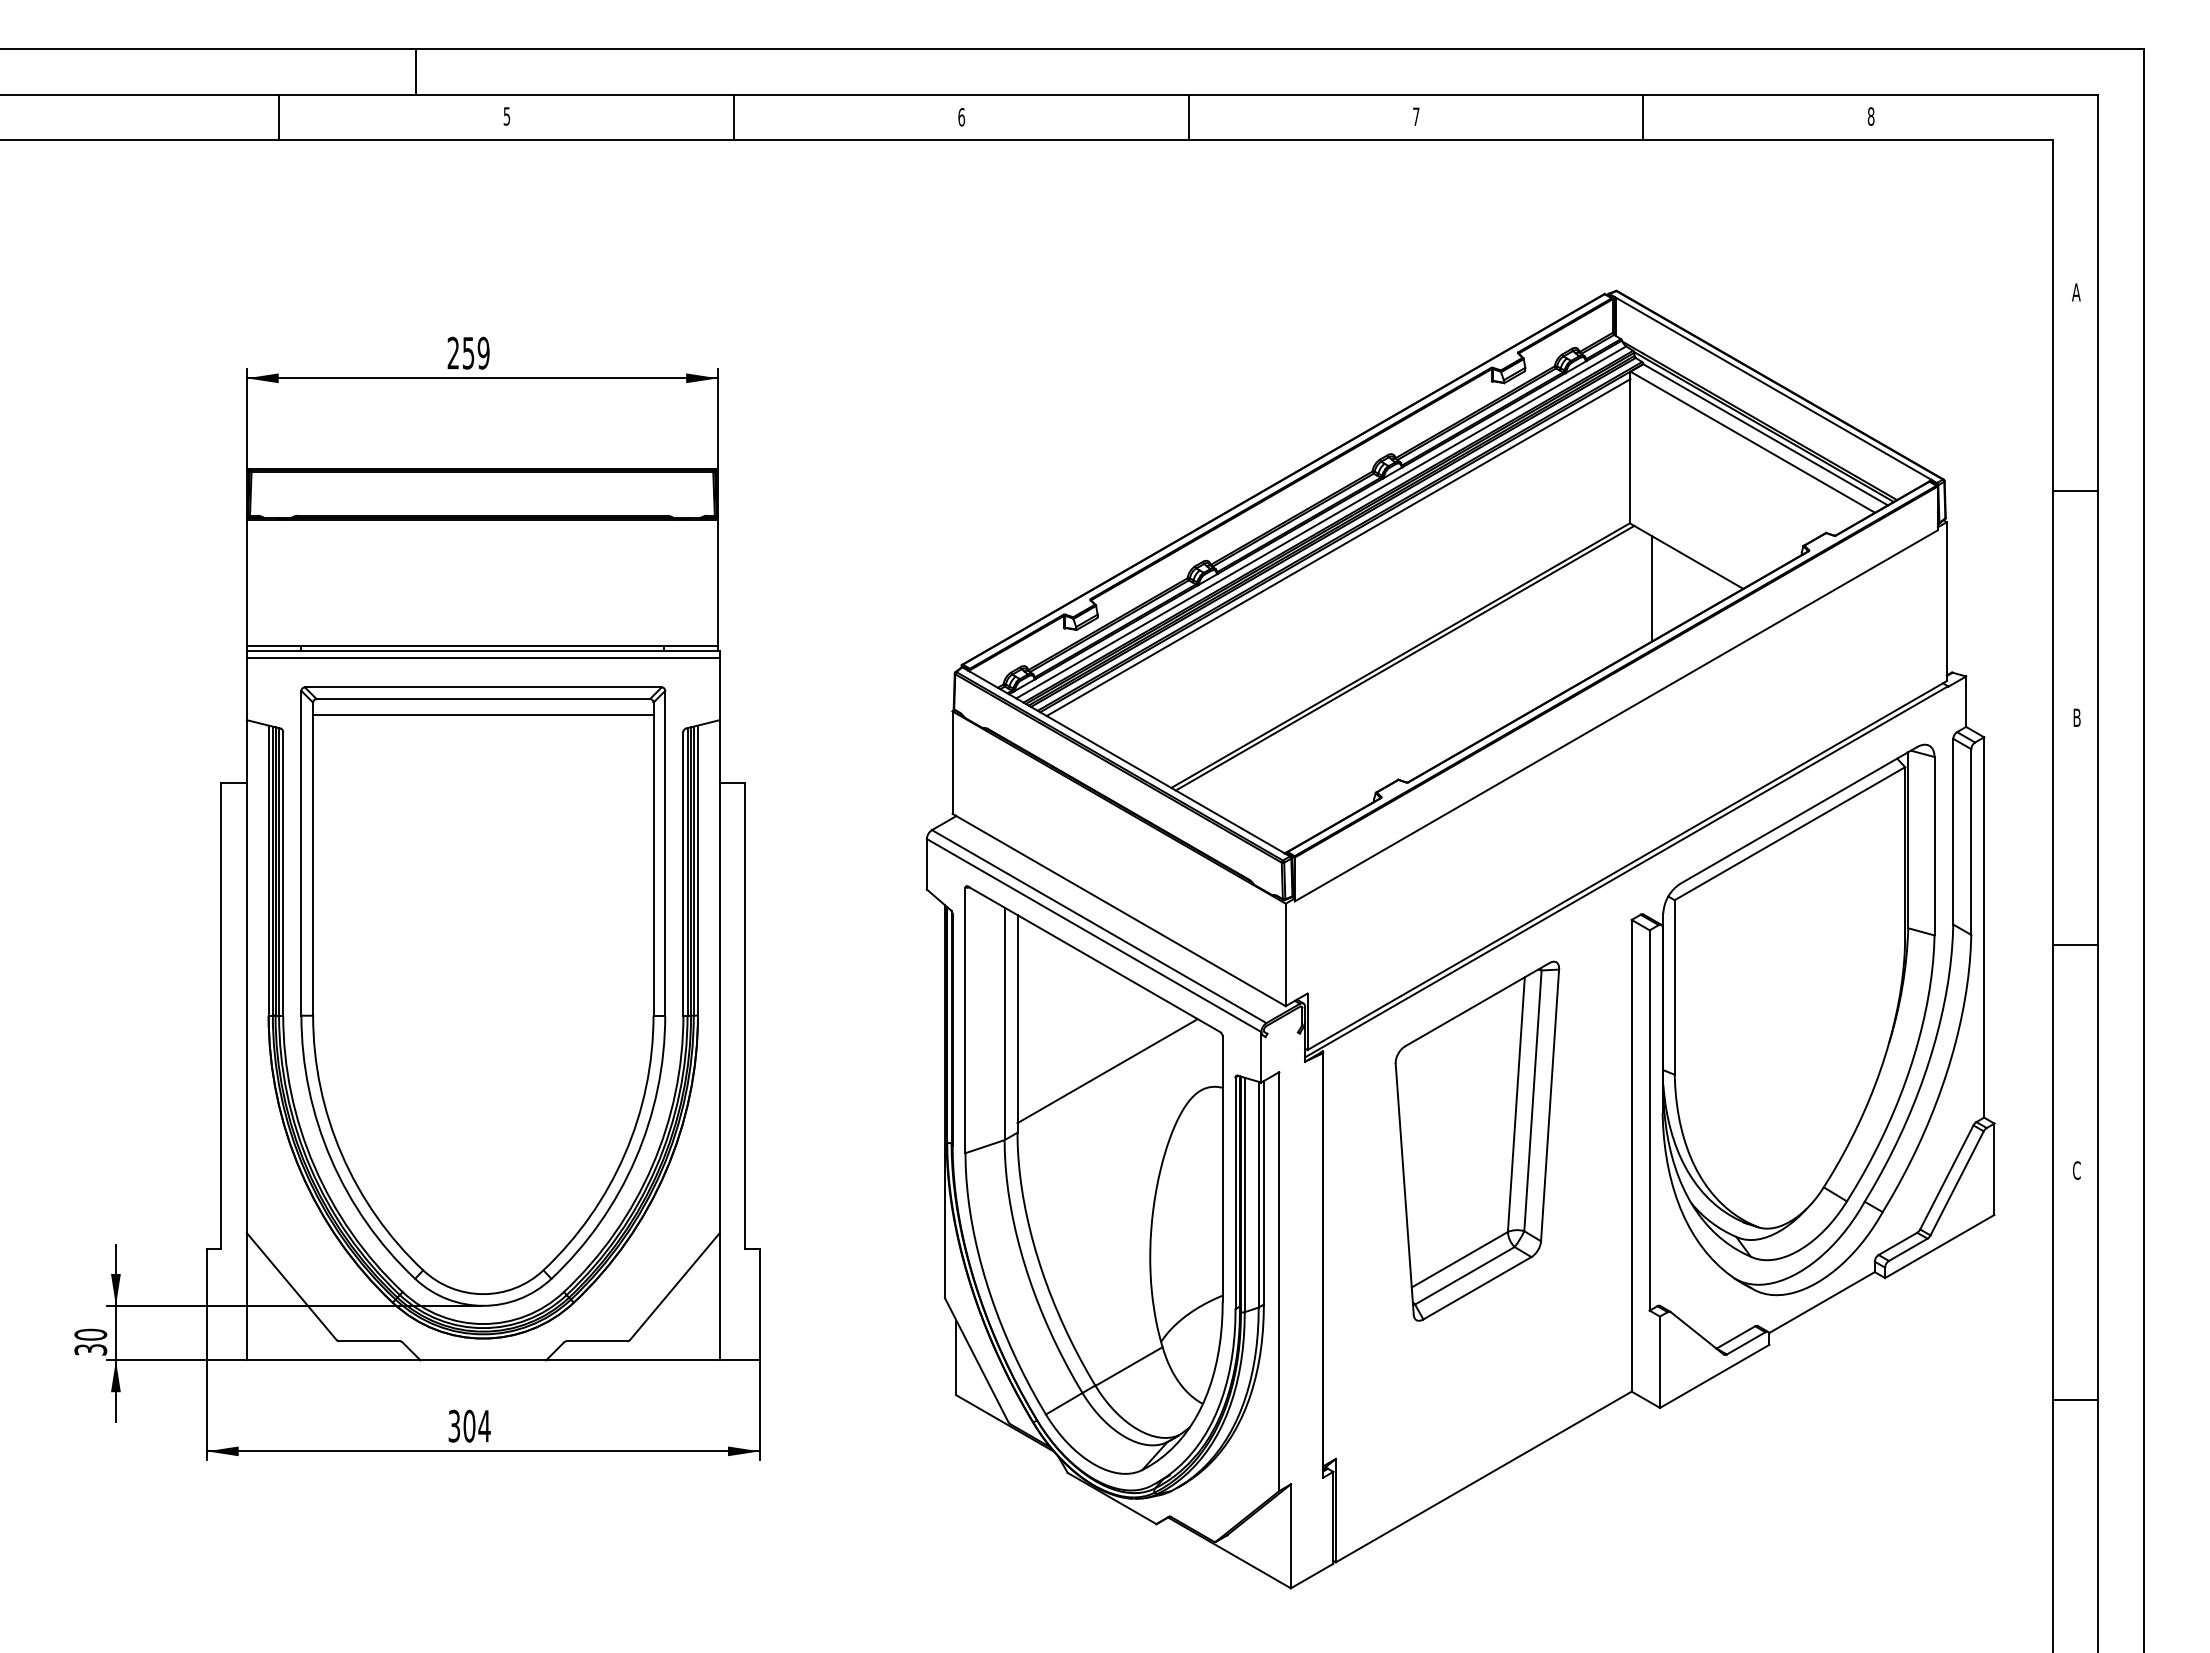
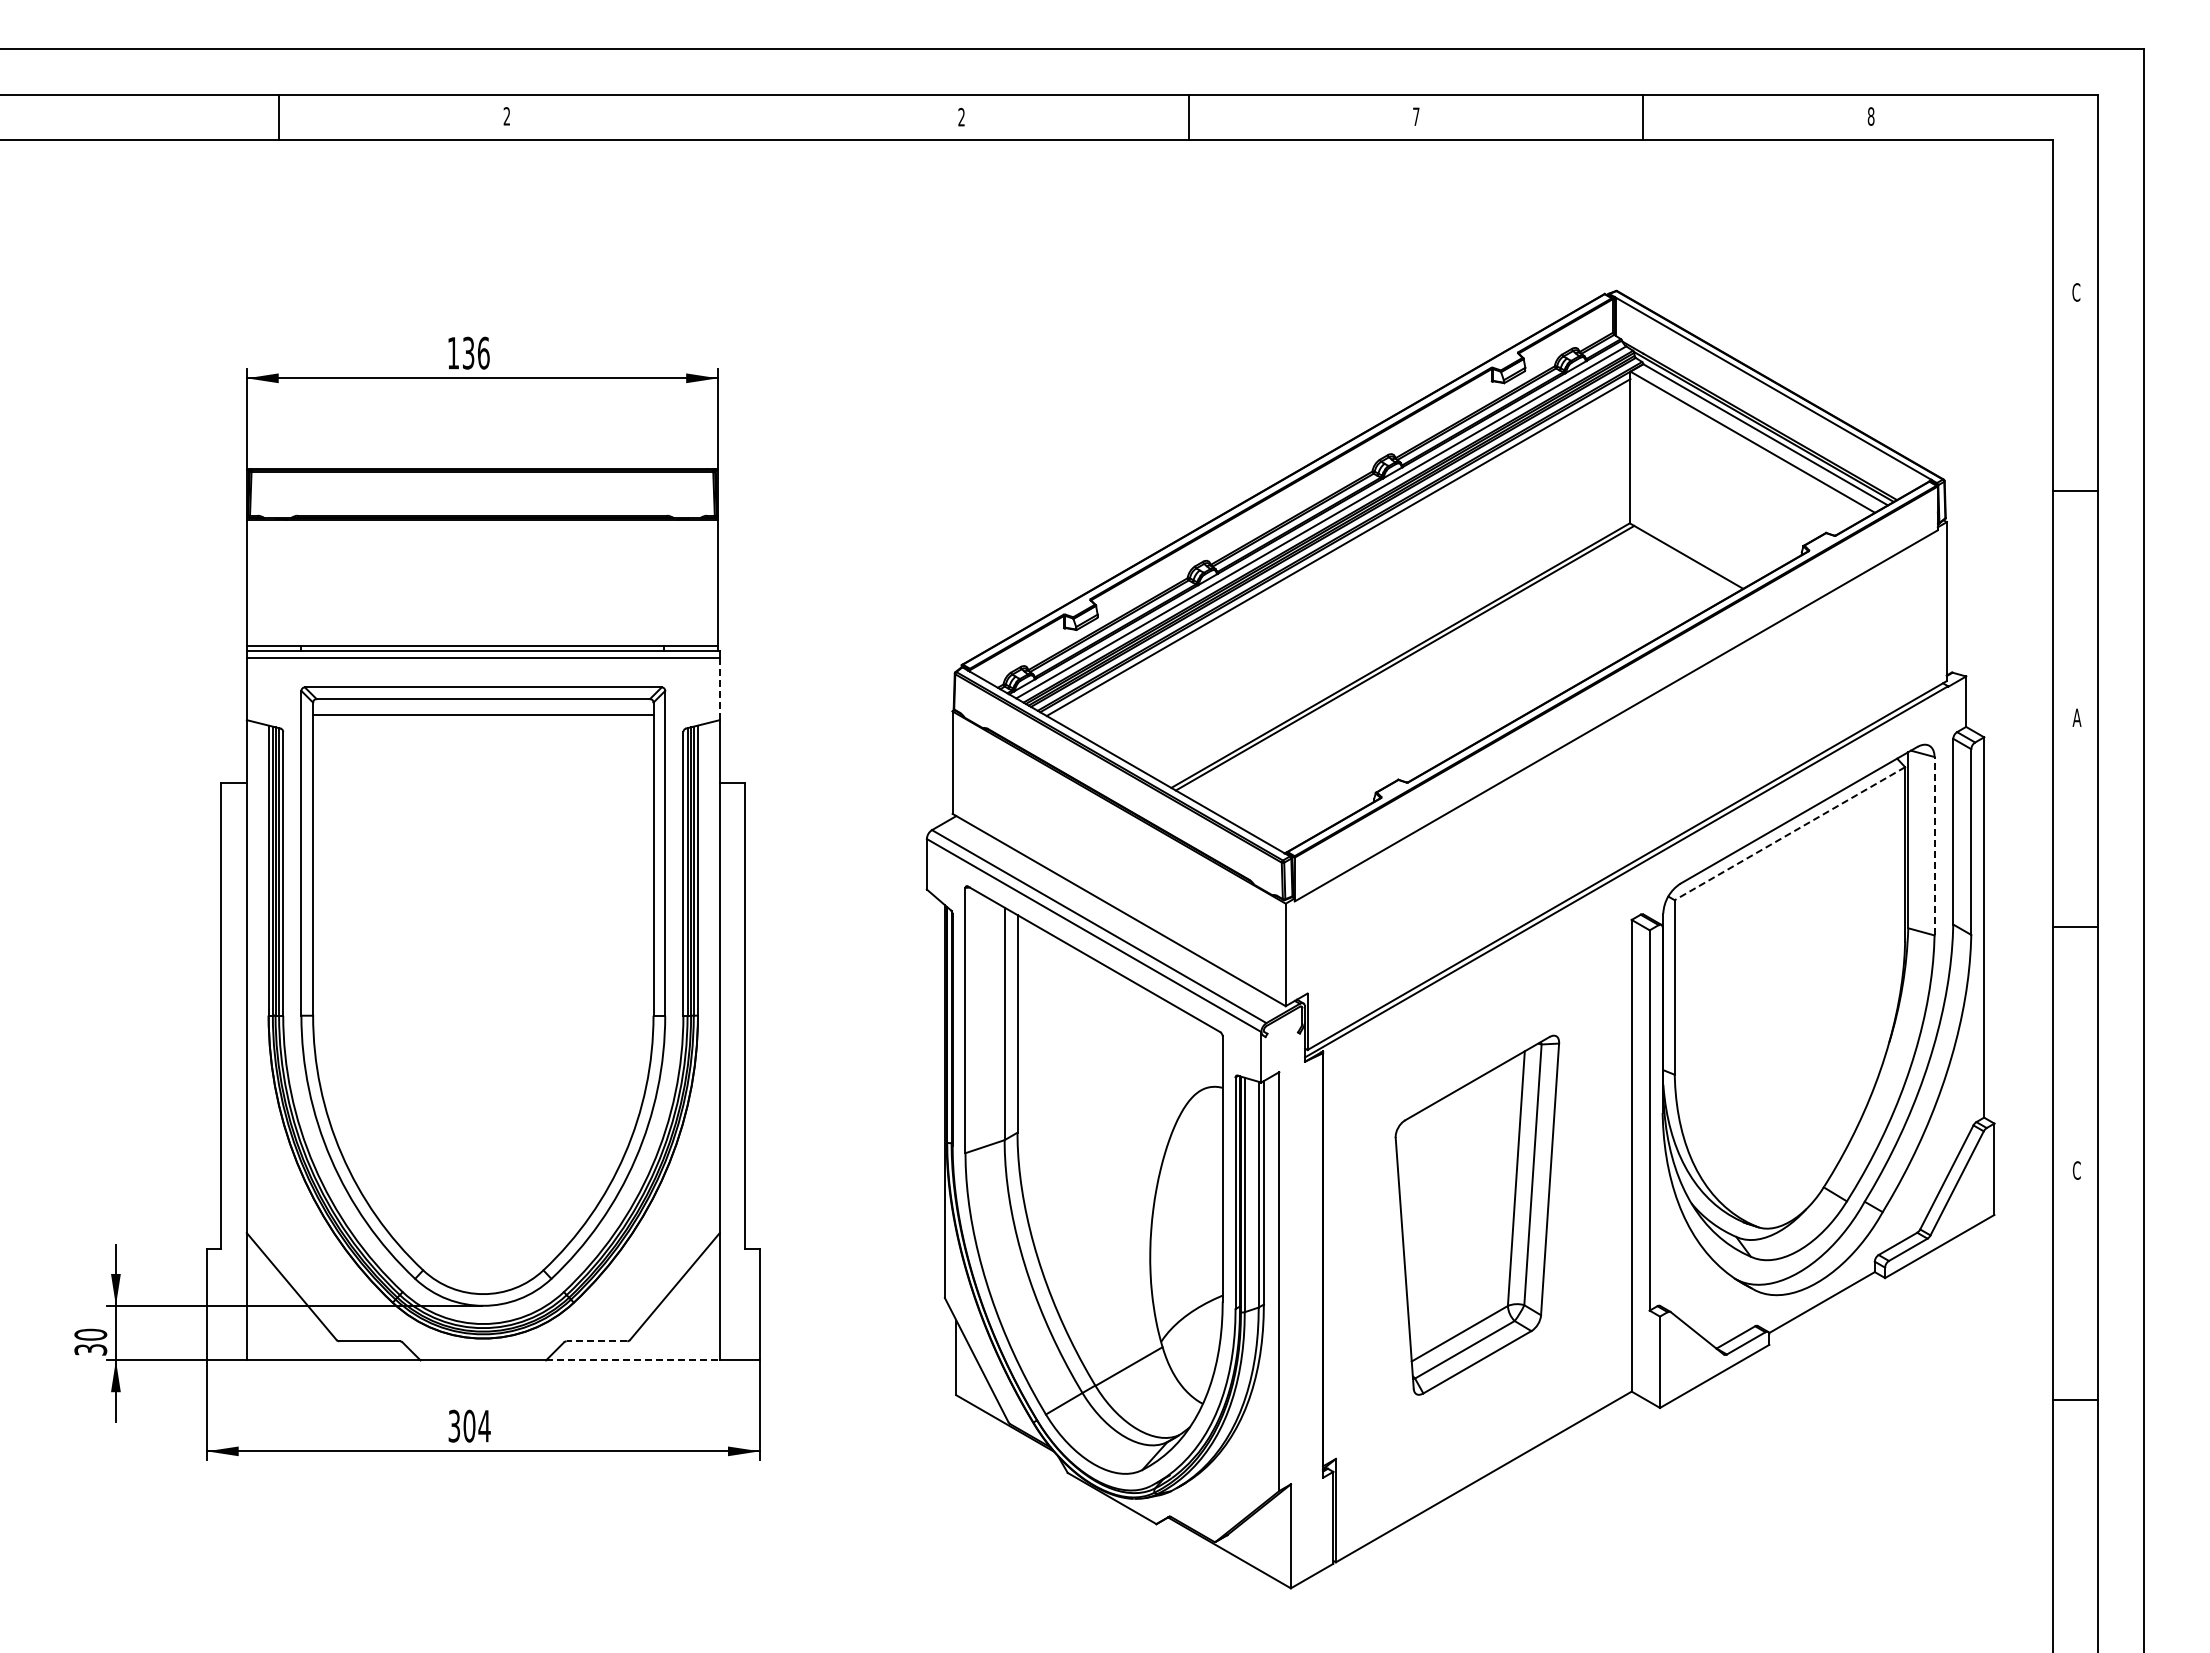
line at (415, 71): present -> none
text at (506, 116): 5 -> 2
text at (961, 116): 6 -> 2
line at (734, 117): present -> none
text at (2076, 292): A -> C
text at (468, 352): 259 -> 136
line at (1652, 588): present -> none
line at (719, 689): solid -> dashed
text at (2076, 717): B -> A
line at (1789, 833): solid -> dashed
line at (1934, 845): solid -> dashed
line at (2075, 945) position: (2075, 945) -> (2075, 927)
line at (1107, 1071): present -> none
part at (1477, 1140) position: (1477, 1140) -> (1477, 1214)
line at (596, 1341): solid -> dashed
line at (632, 1360): solid -> dashed
